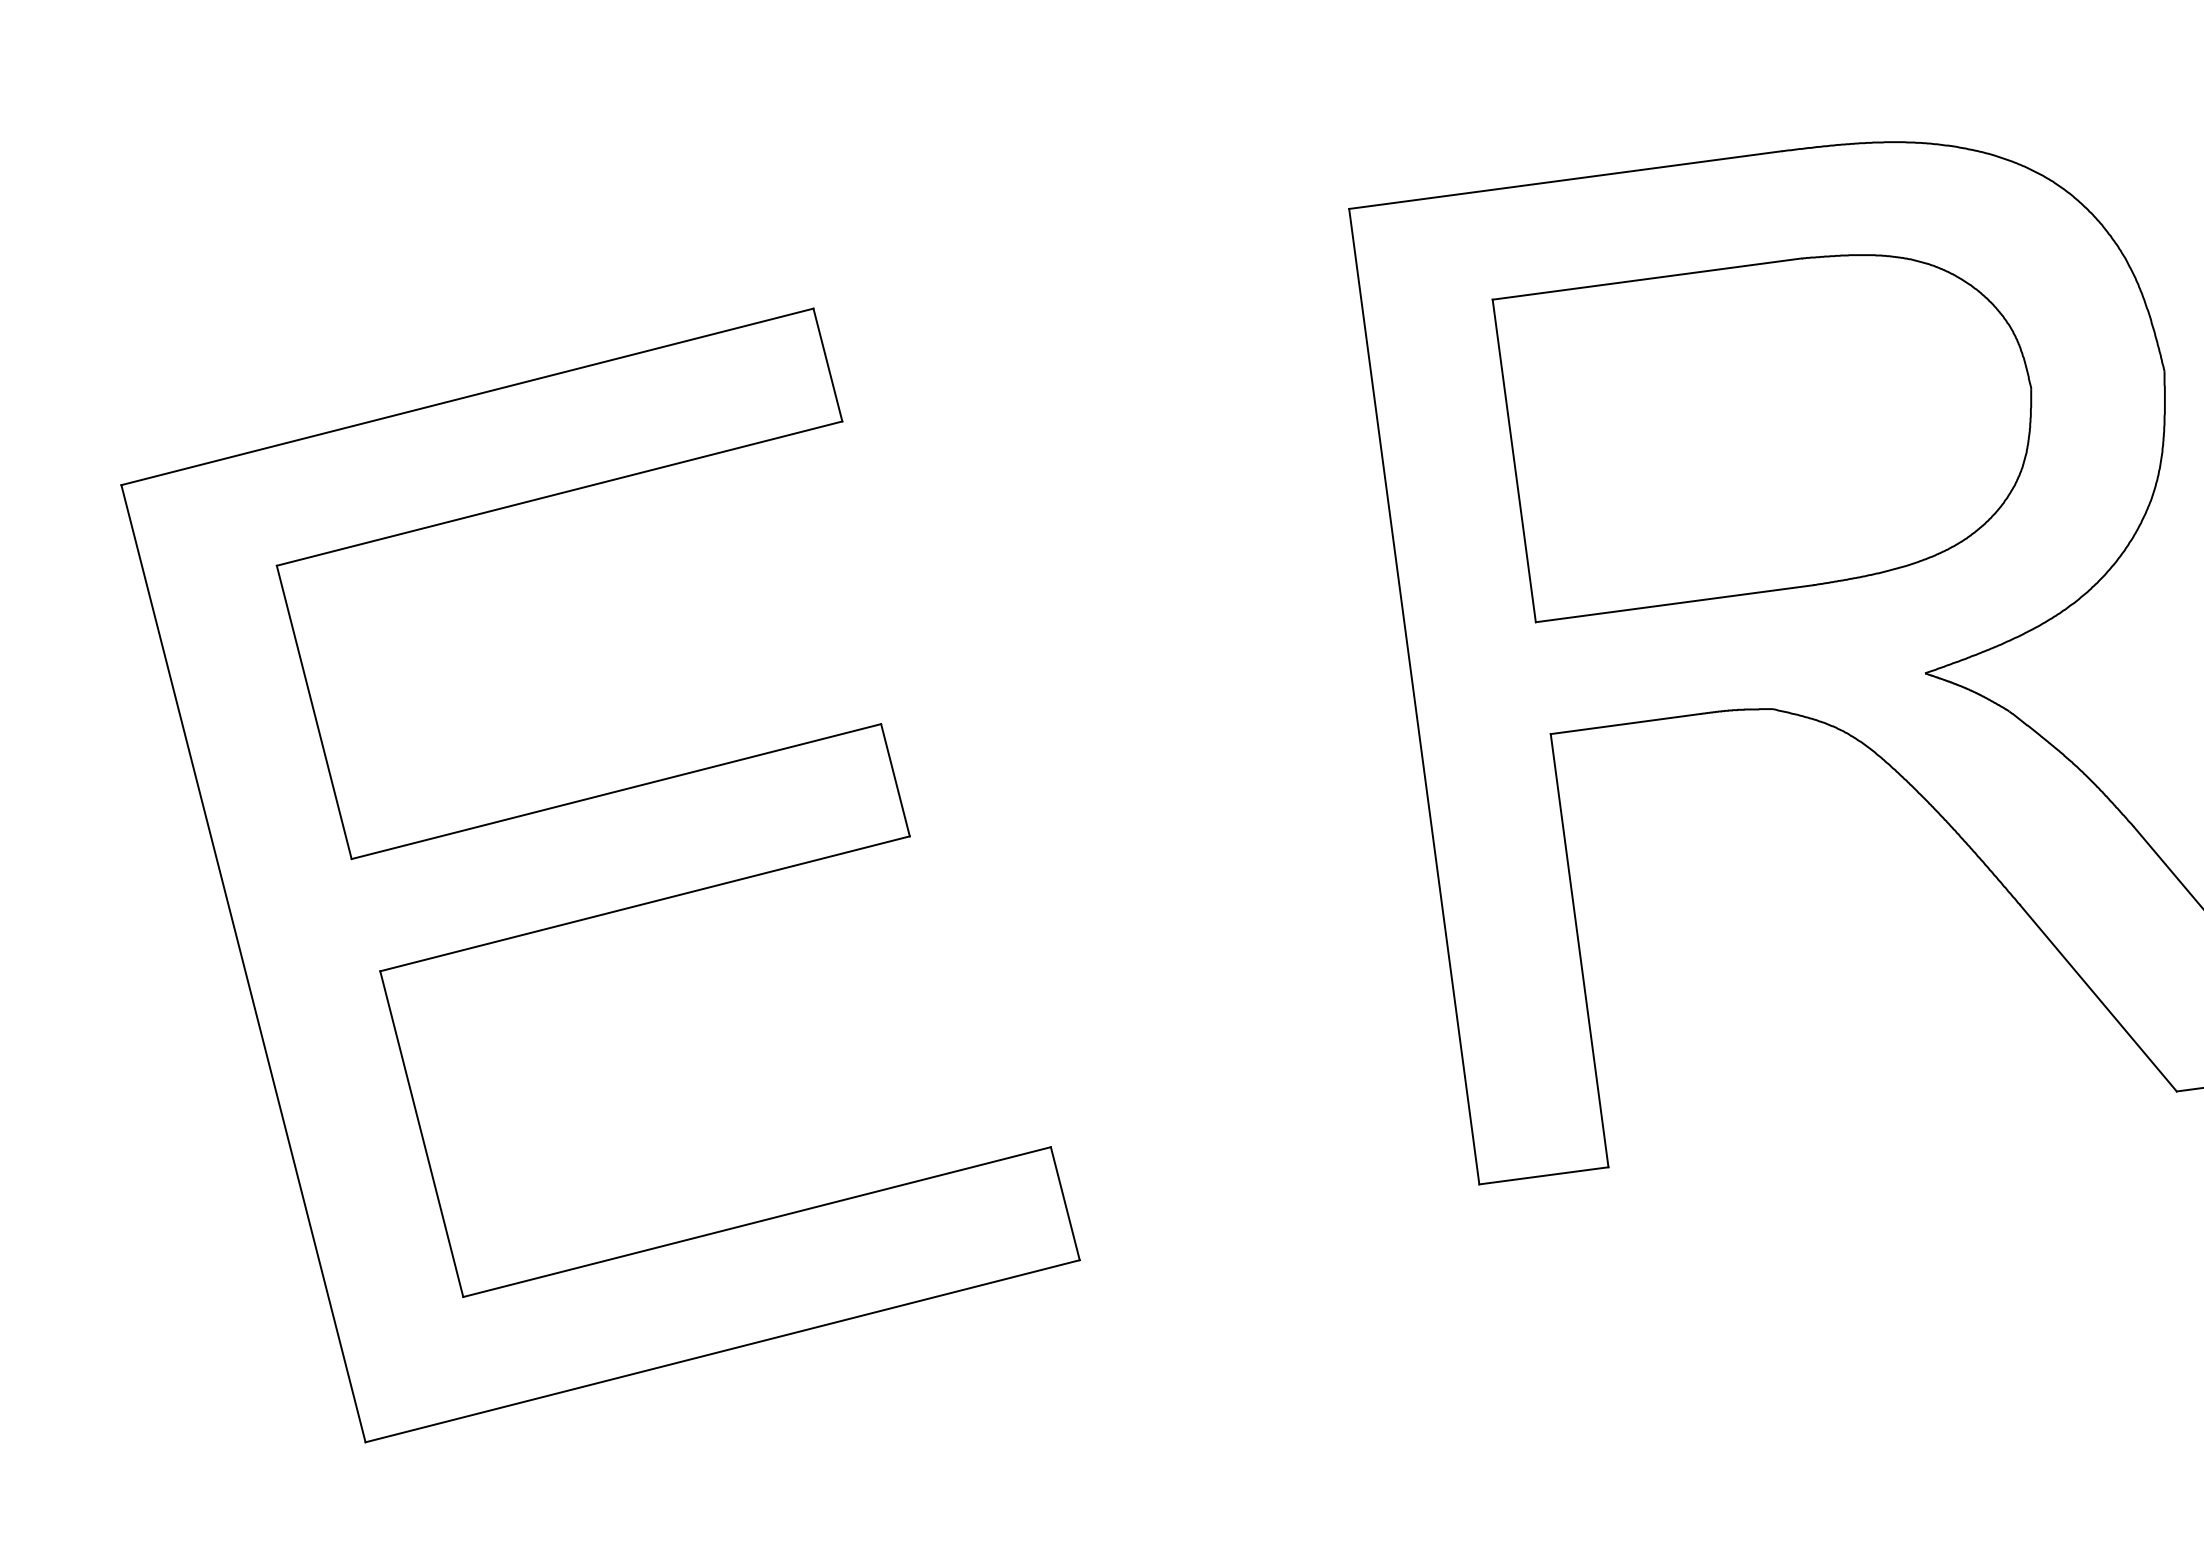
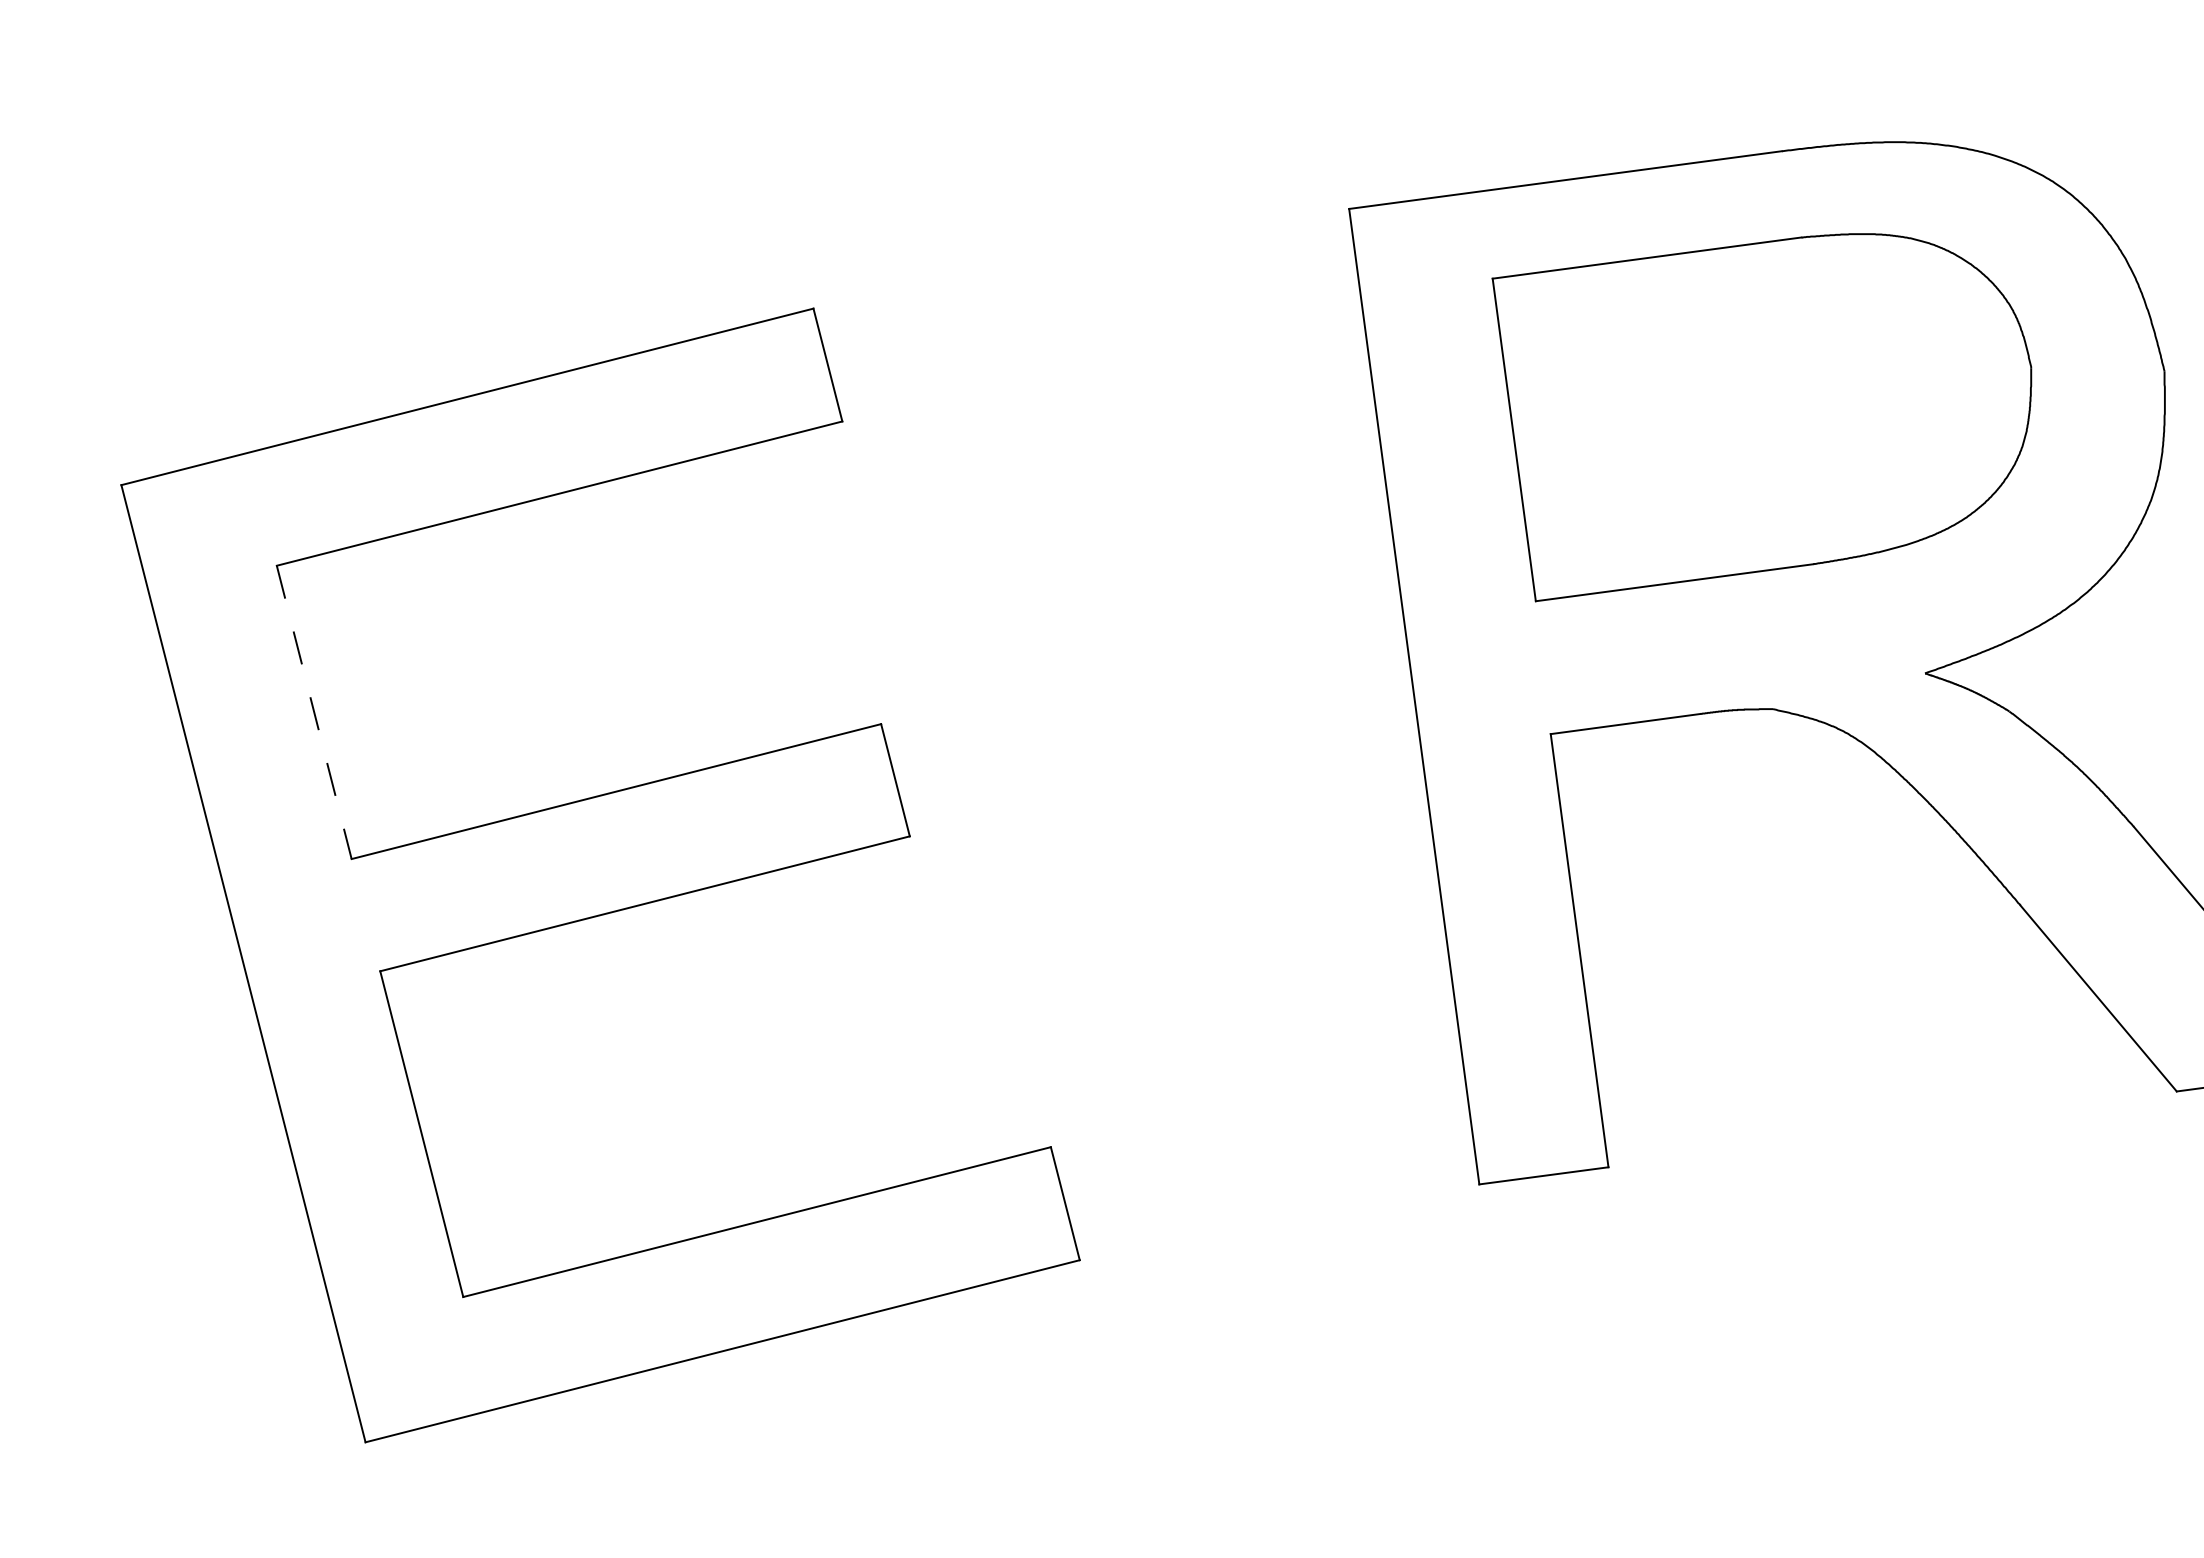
part at (1761, 438) position: (1761, 438) -> (1761, 417)
line at (314, 712): solid -> dashed
